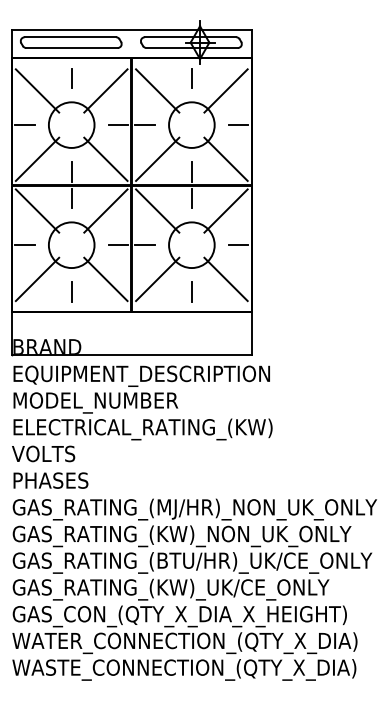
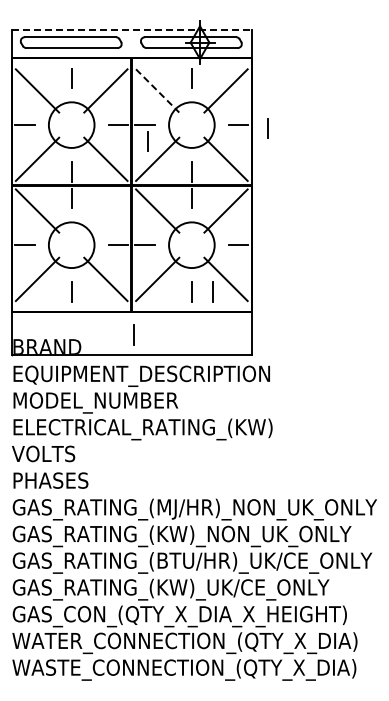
line at (132, 29): solid -> dashed
line at (157, 90): solid -> dashed
line at (267, 128): none -> present
line at (147, 141): none -> present
line at (105, 210): present -> none
line at (212, 291): none -> present
line at (133, 334): none -> present
